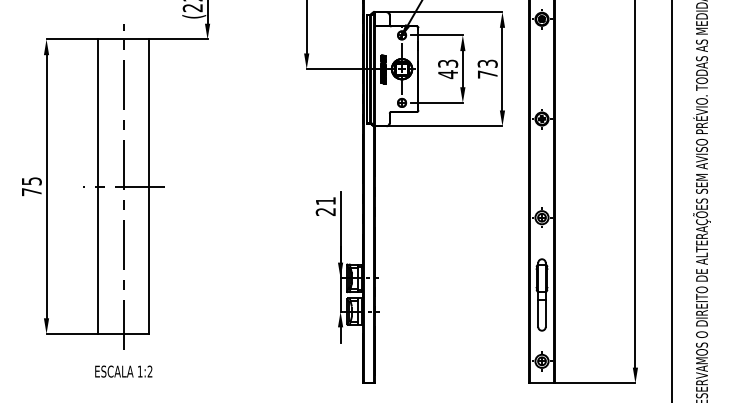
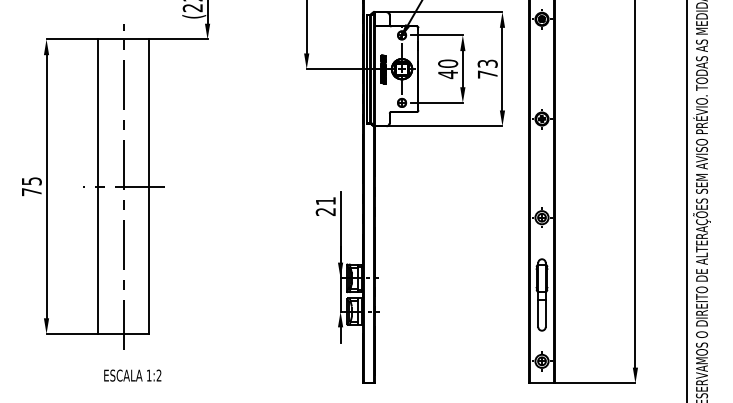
text at (448, 63): 43 -> 40
line at (671, 200) position: (671, 200) -> (686, 200)
text at (123, 371) position: (123, 371) -> (132, 375)
